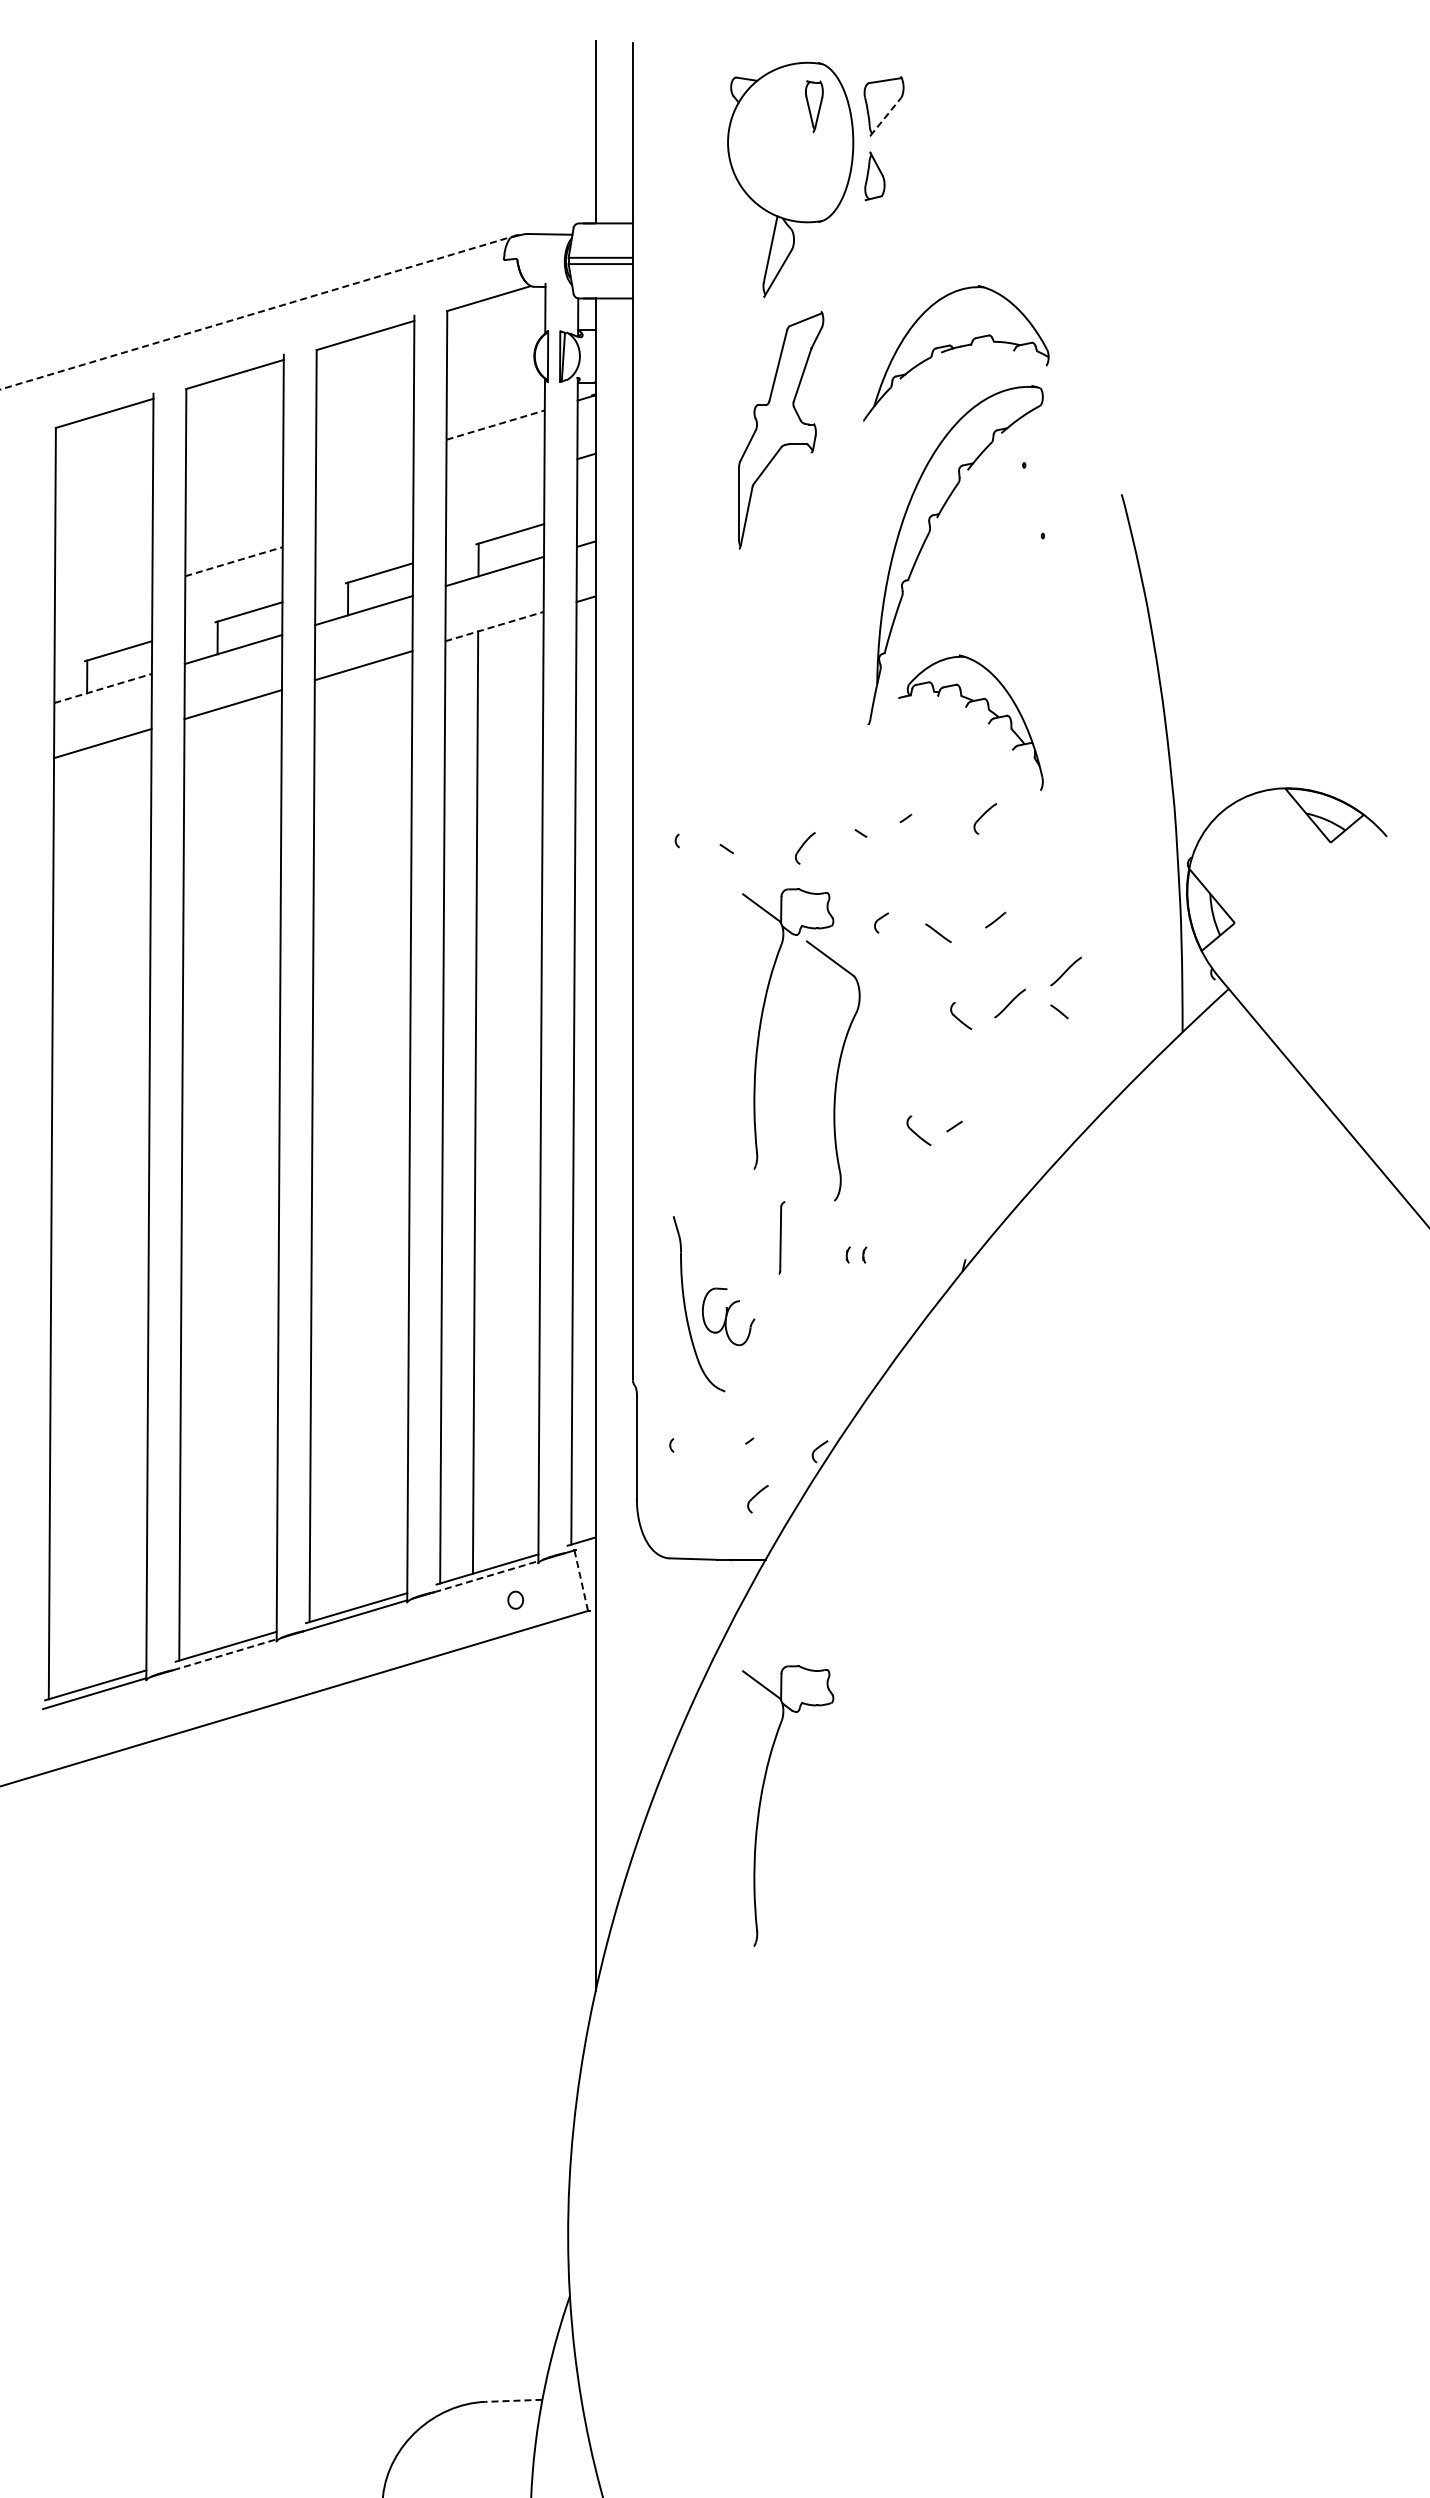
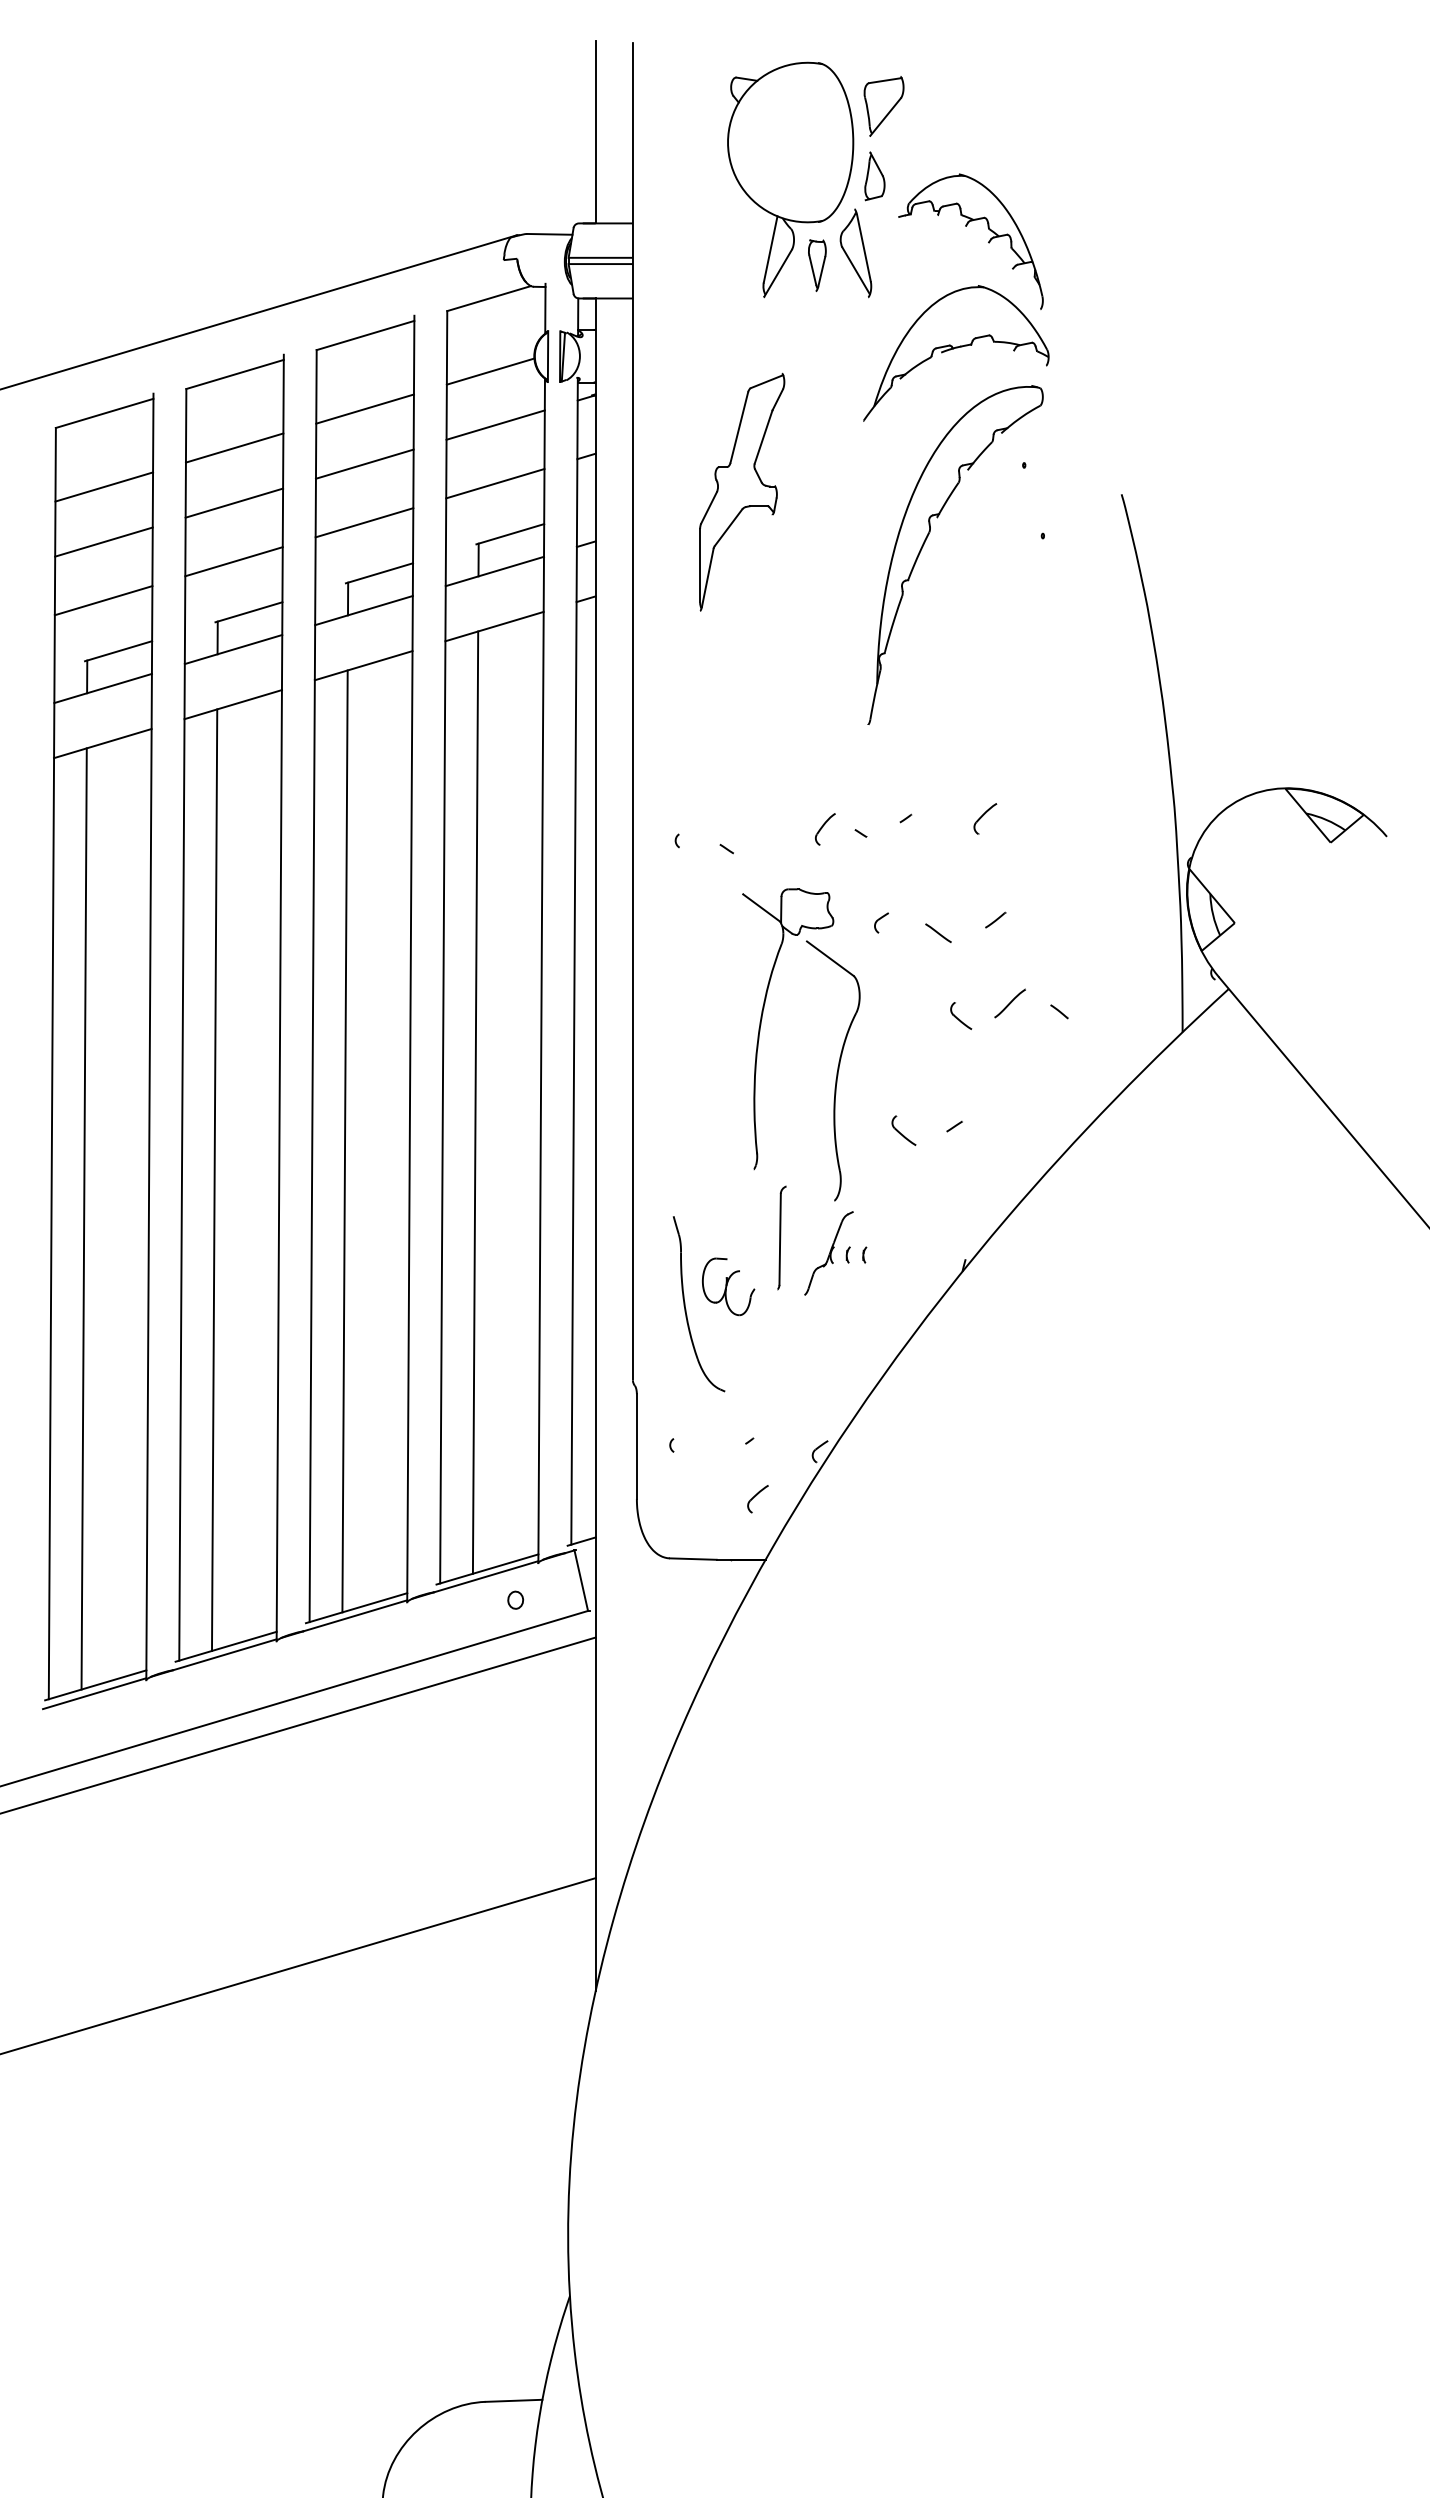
part at (814, 106) position: (814, 106) -> (817, 265)
line at (885, 116): dashed -> solid
part at (855, 253): none -> present
line at (258, 312): dashed -> solid
line at (490, 371): none -> present
line at (364, 408): none -> present
line at (496, 424): dashed -> solid
part at (781, 429) position: (781, 429) -> (742, 491)
line at (234, 447): none -> present
line at (364, 463): none -> present
line at (495, 483): none -> present
line at (104, 486): none -> present
line at (234, 502): none -> present
line at (364, 522): none -> present
line at (103, 541): none -> present
line at (234, 561): dashed -> solid
line at (103, 600): none -> present
line at (495, 626): dashed -> solid
line at (103, 688): dashed -> solid
part at (966, 707) position: (966, 707) -> (966, 226)
part at (805, 848) position: (805, 848) -> (825, 829)
line at (1065, 971): present -> none
part at (918, 1130) position: (918, 1130) -> (903, 1130)
line at (344, 1141): none -> present
line at (214, 1179): none -> present
line at (83, 1218): none -> present
part at (781, 1237) size: 8x74 px -> 10x106 px
part at (828, 1253): none -> present
part at (728, 1316) position: (728, 1316) -> (728, 1286)
line at (486, 1576): dashed -> solid
line at (581, 1581): dashed -> solid
line at (225, 1654): dashed -> solid
line at (298, 1724): none -> present
part at (761, 1802): present -> none
line at (298, 1965): none -> present
line at (513, 2400): dashed -> solid
